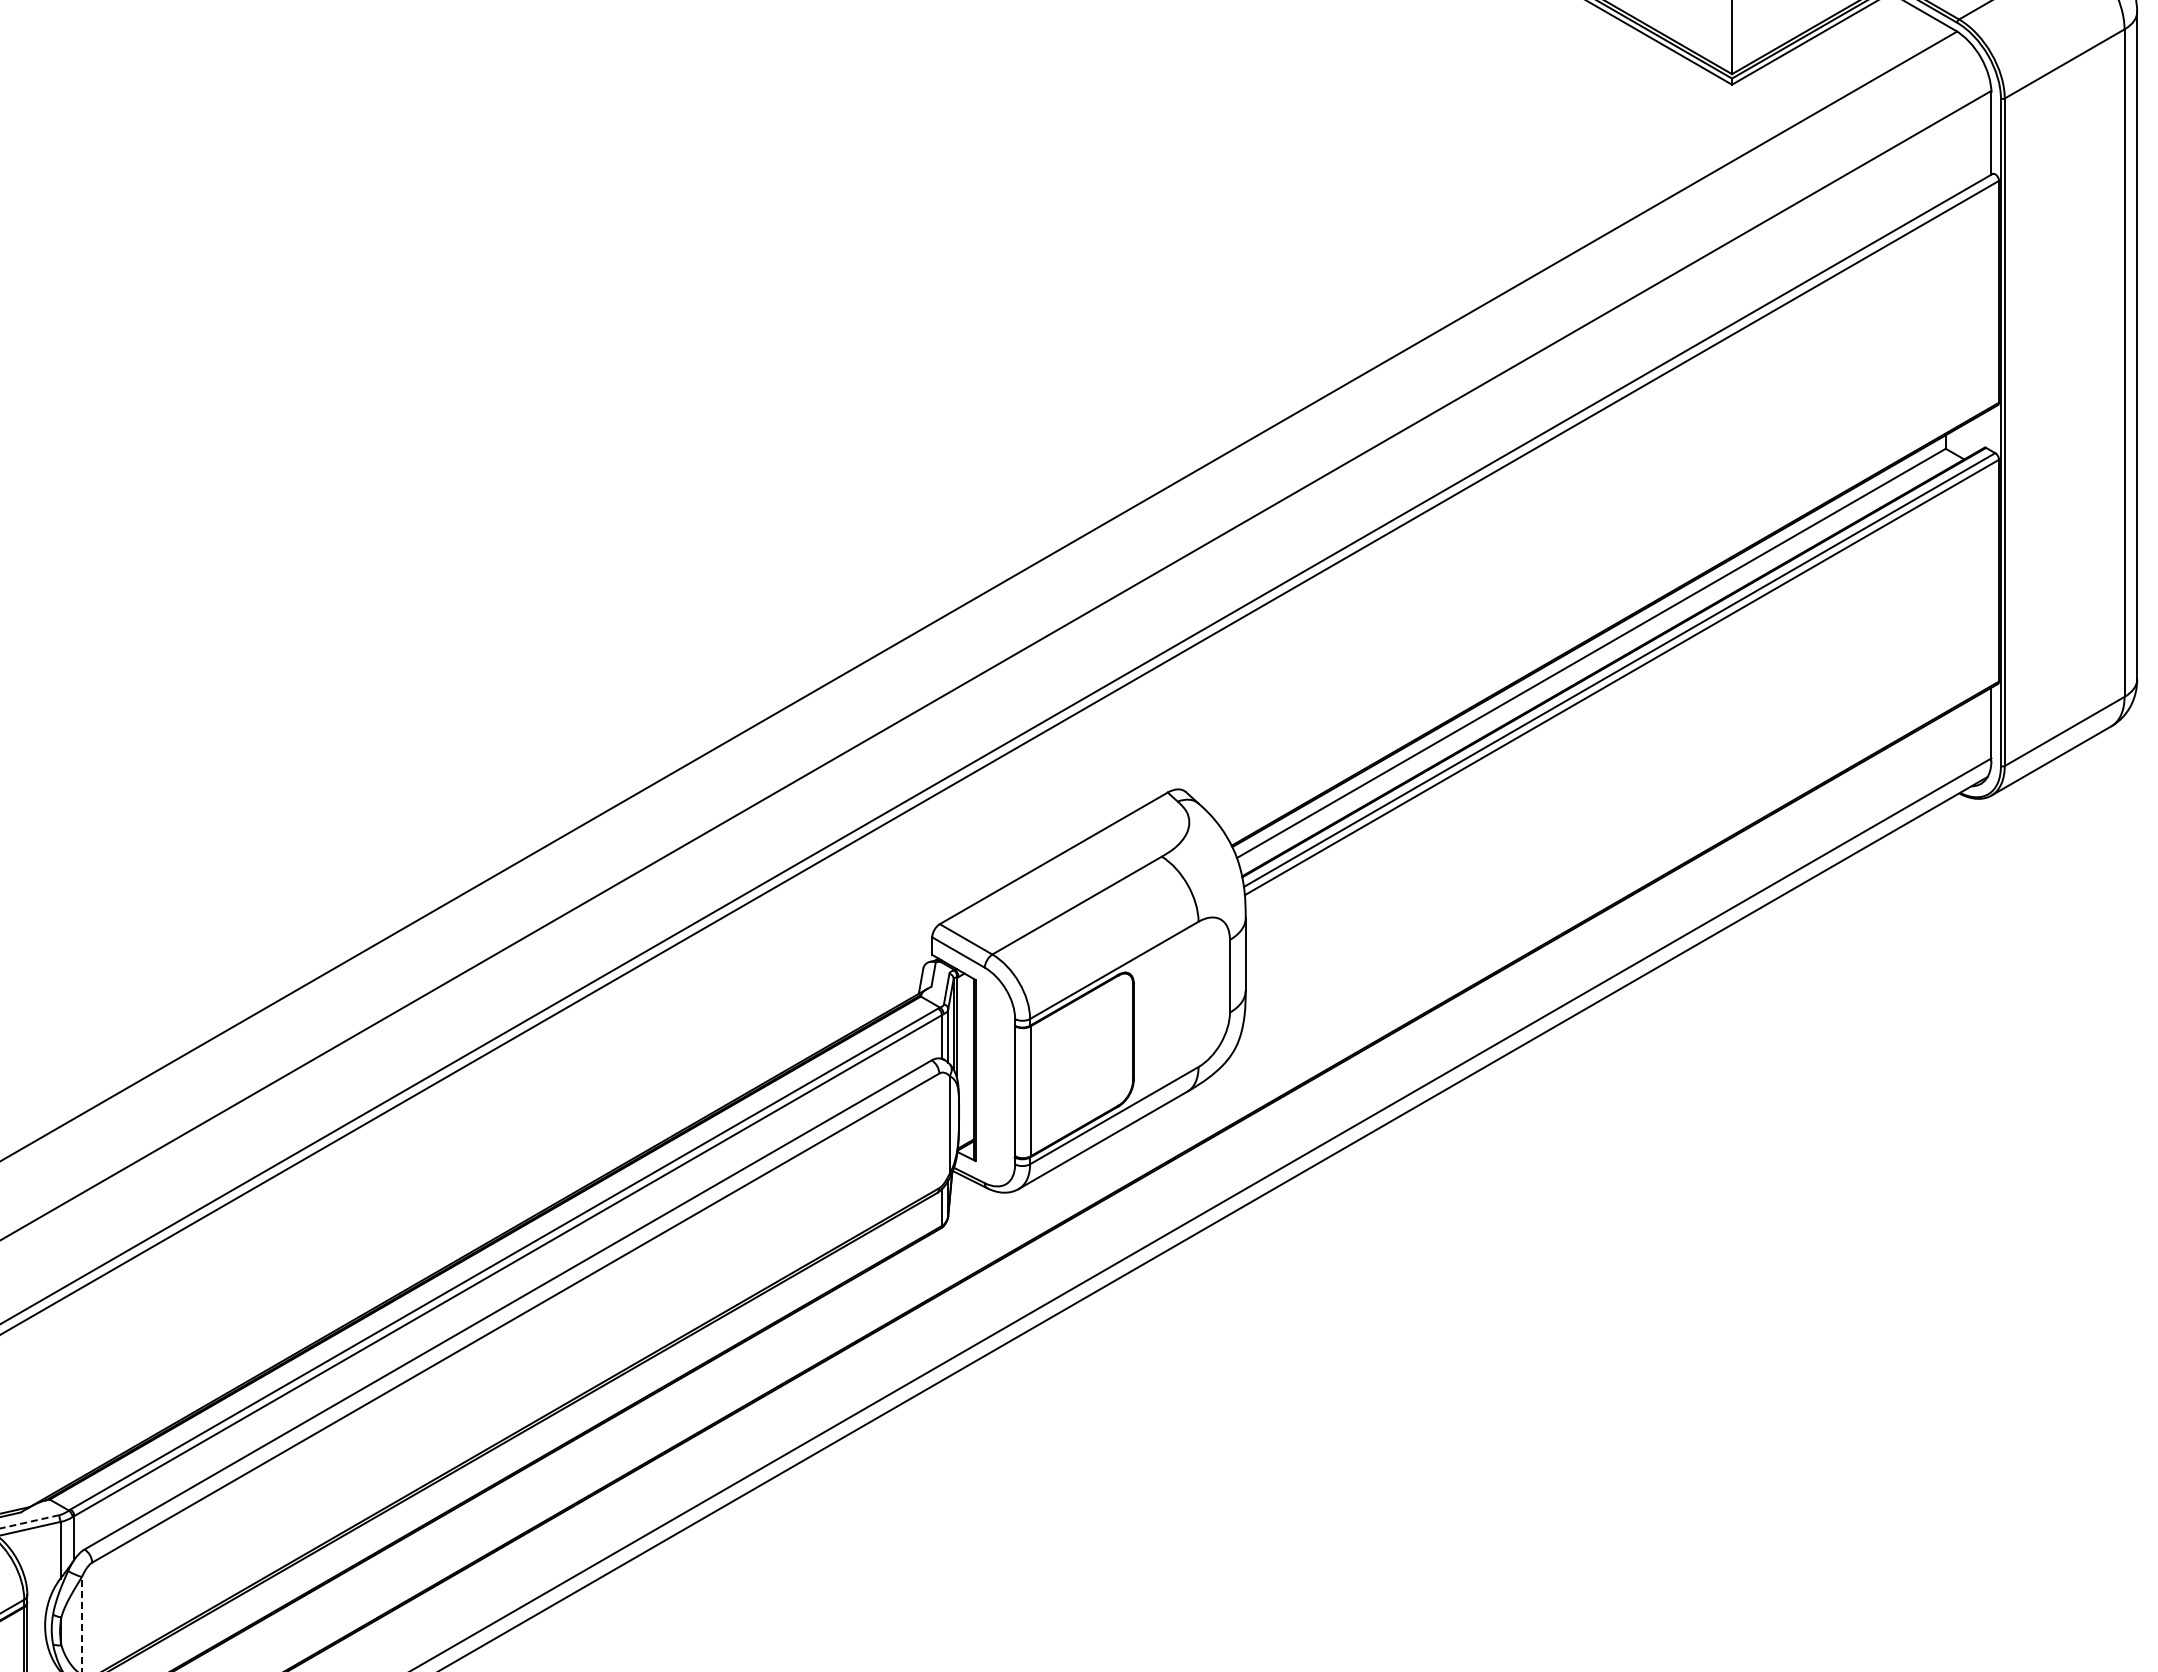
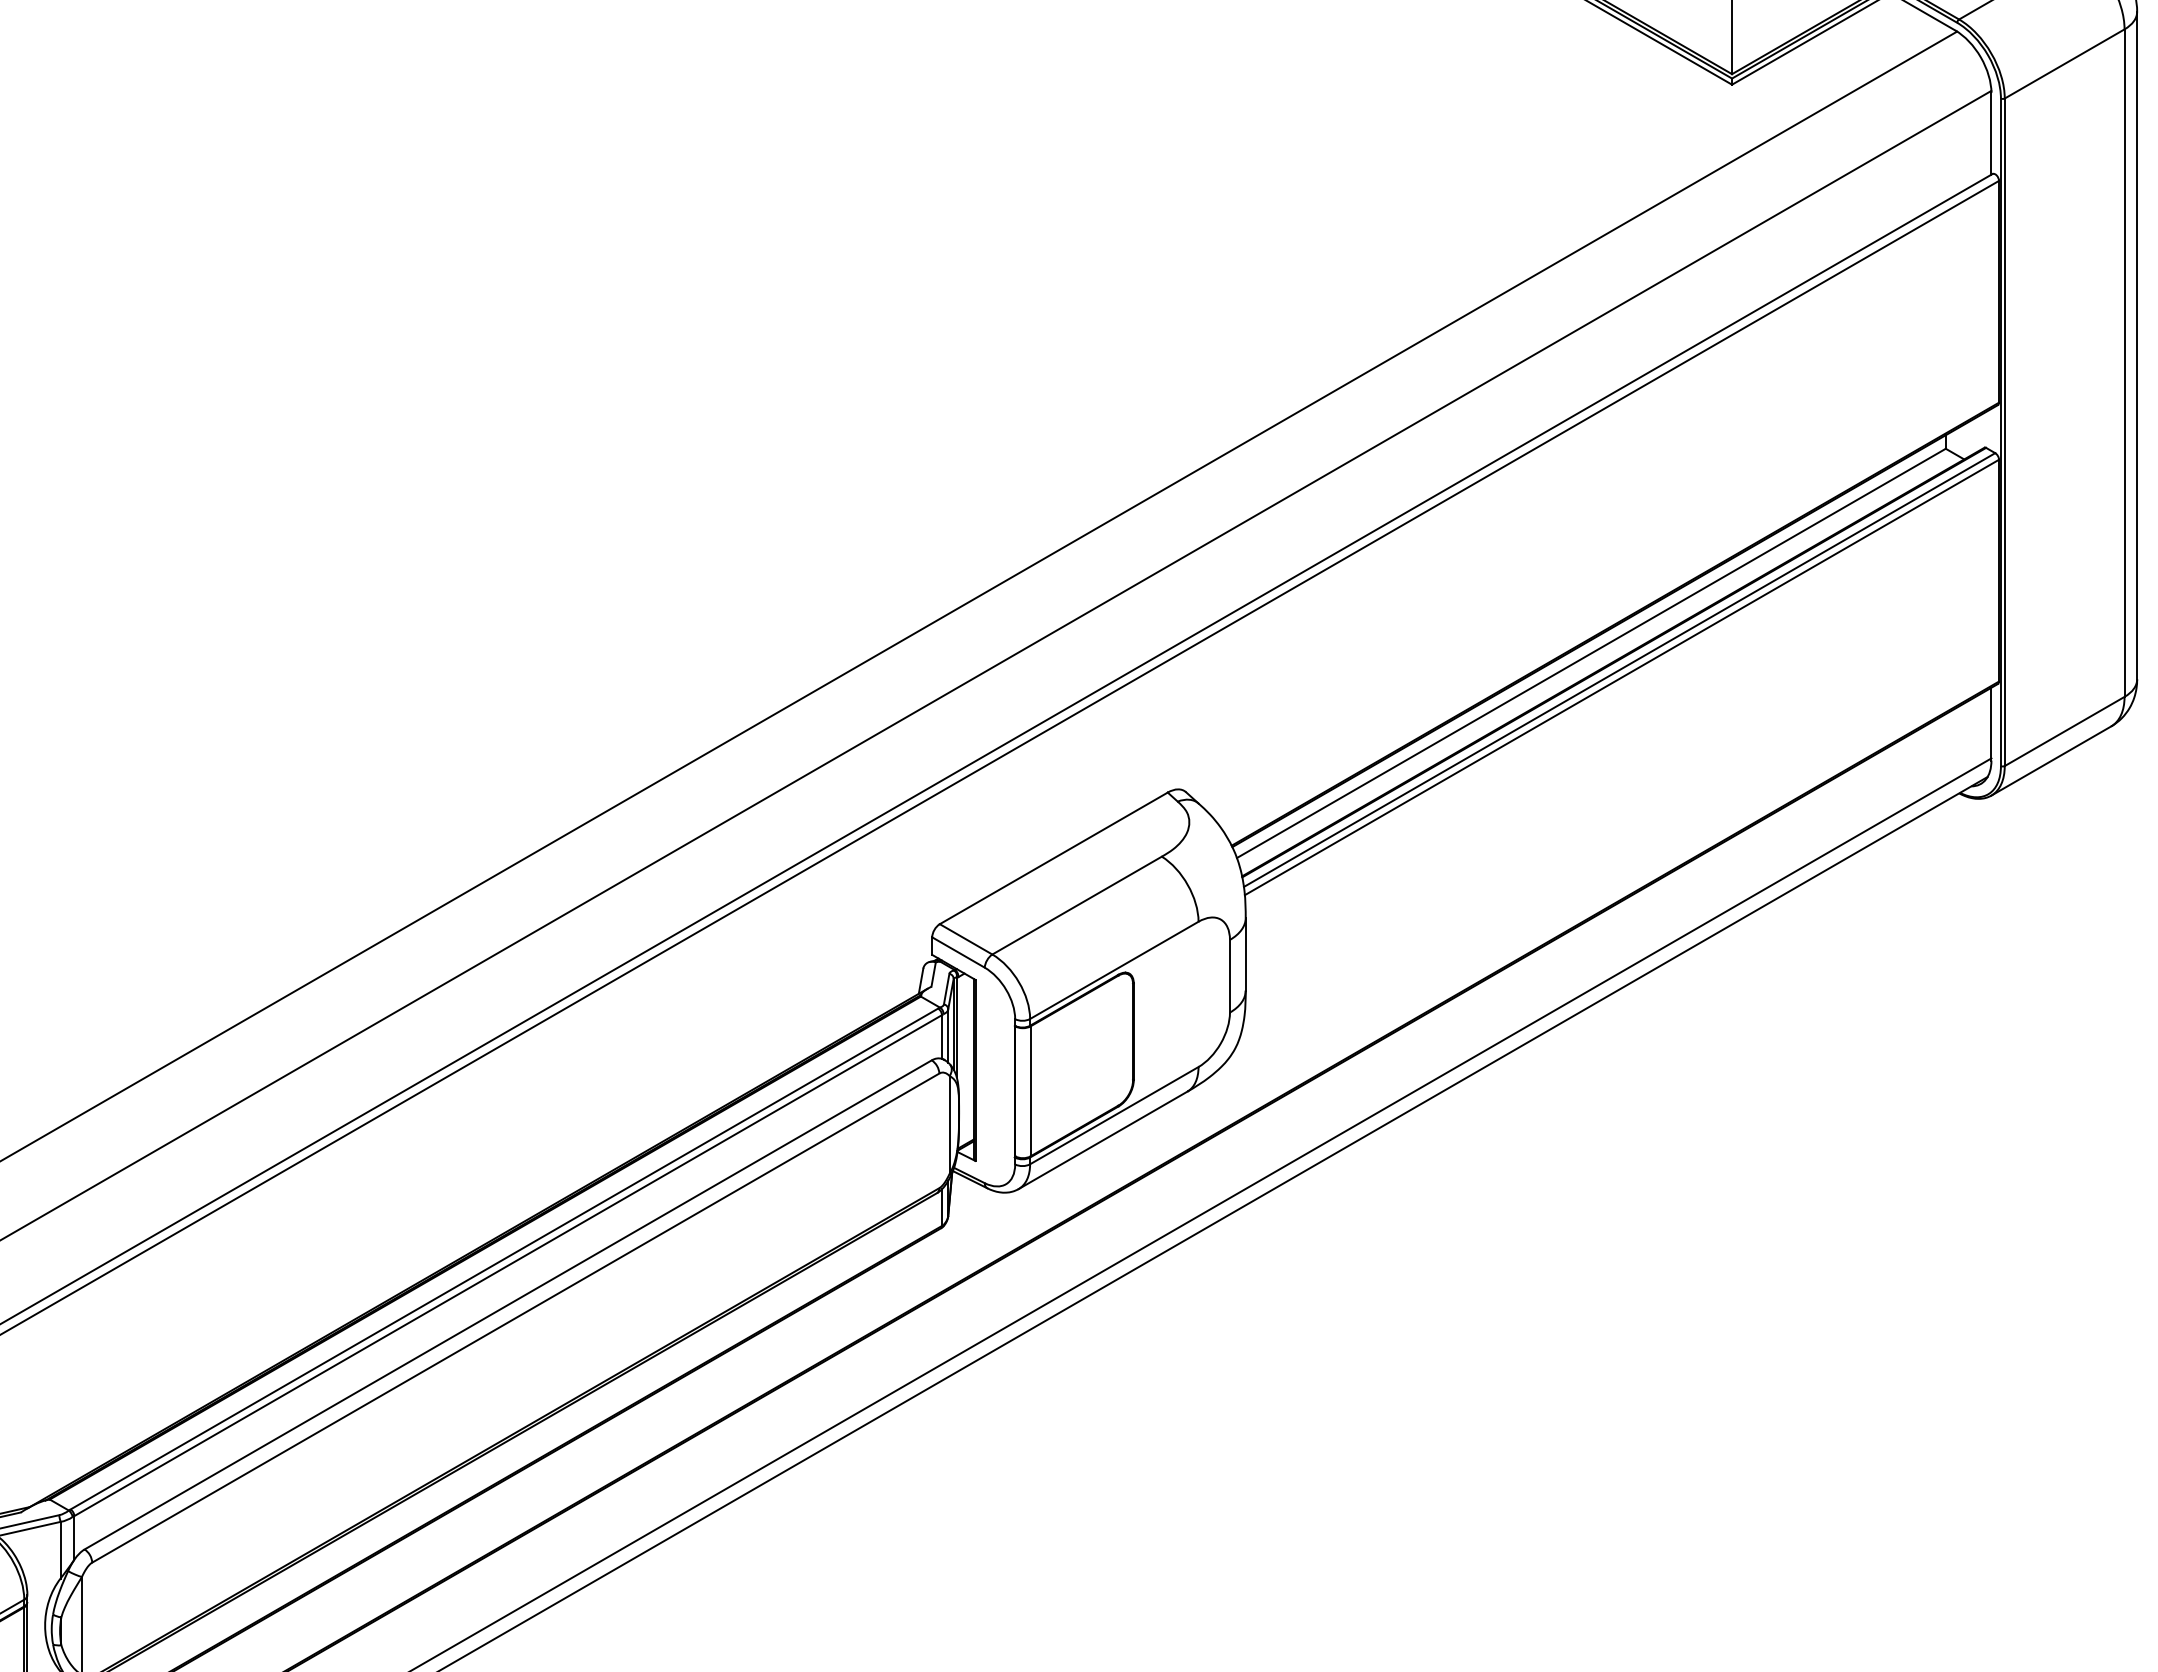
line at (29, 1521): dashed -> solid
line at (81, 1623): dashed -> solid
